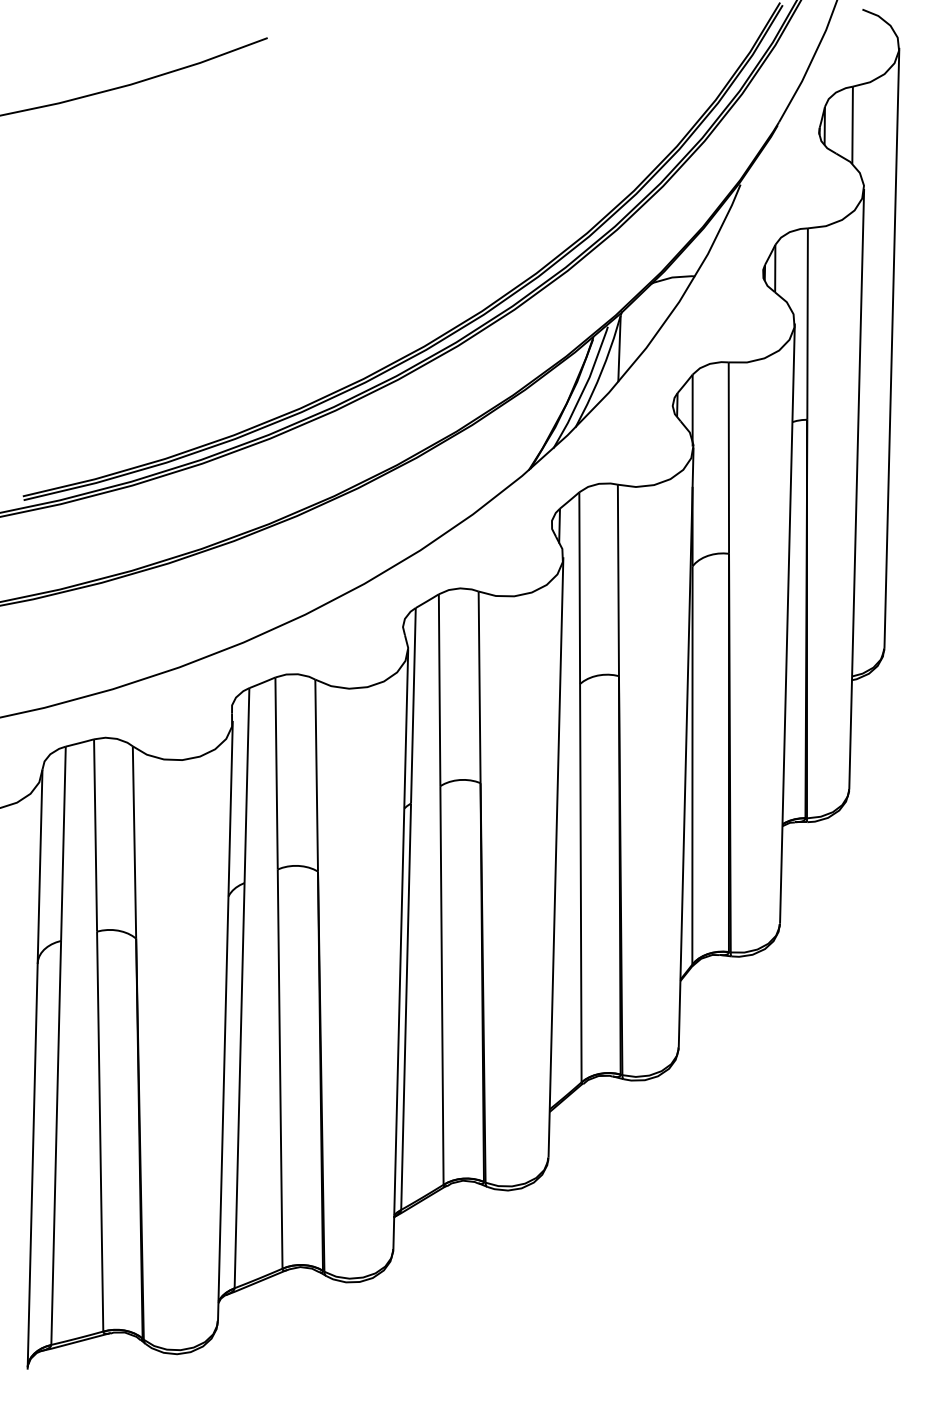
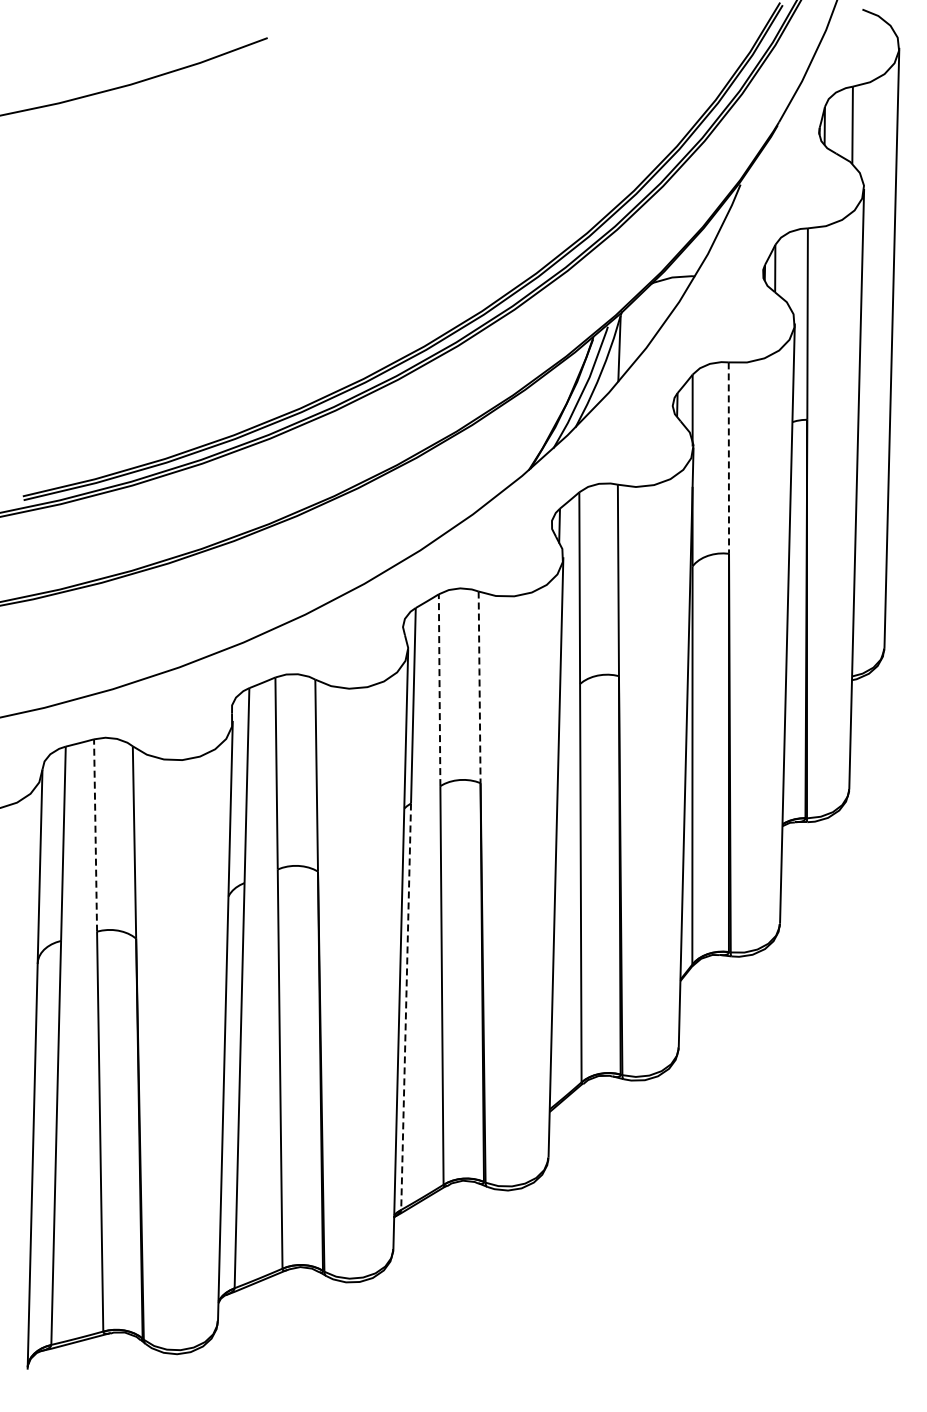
line at (728, 457): solid -> dashed
line at (479, 687): solid -> dashed
line at (439, 689): solid -> dashed
line at (95, 834): solid -> dashed
line at (406, 1006): solid -> dashed
